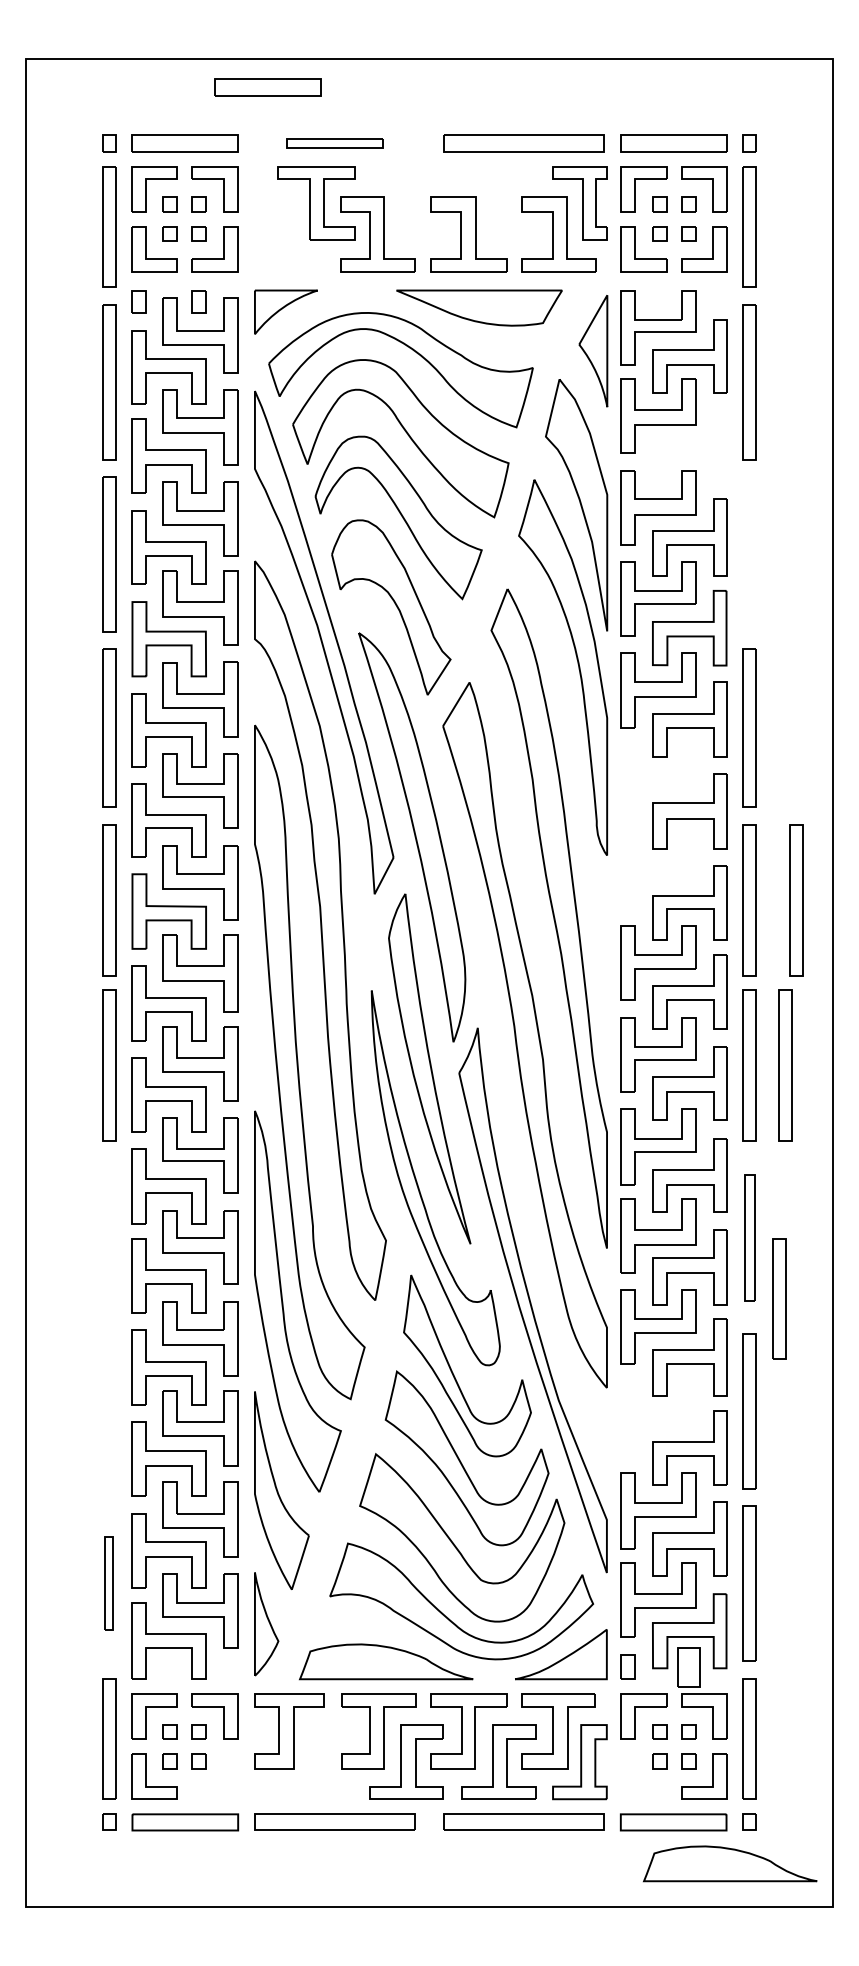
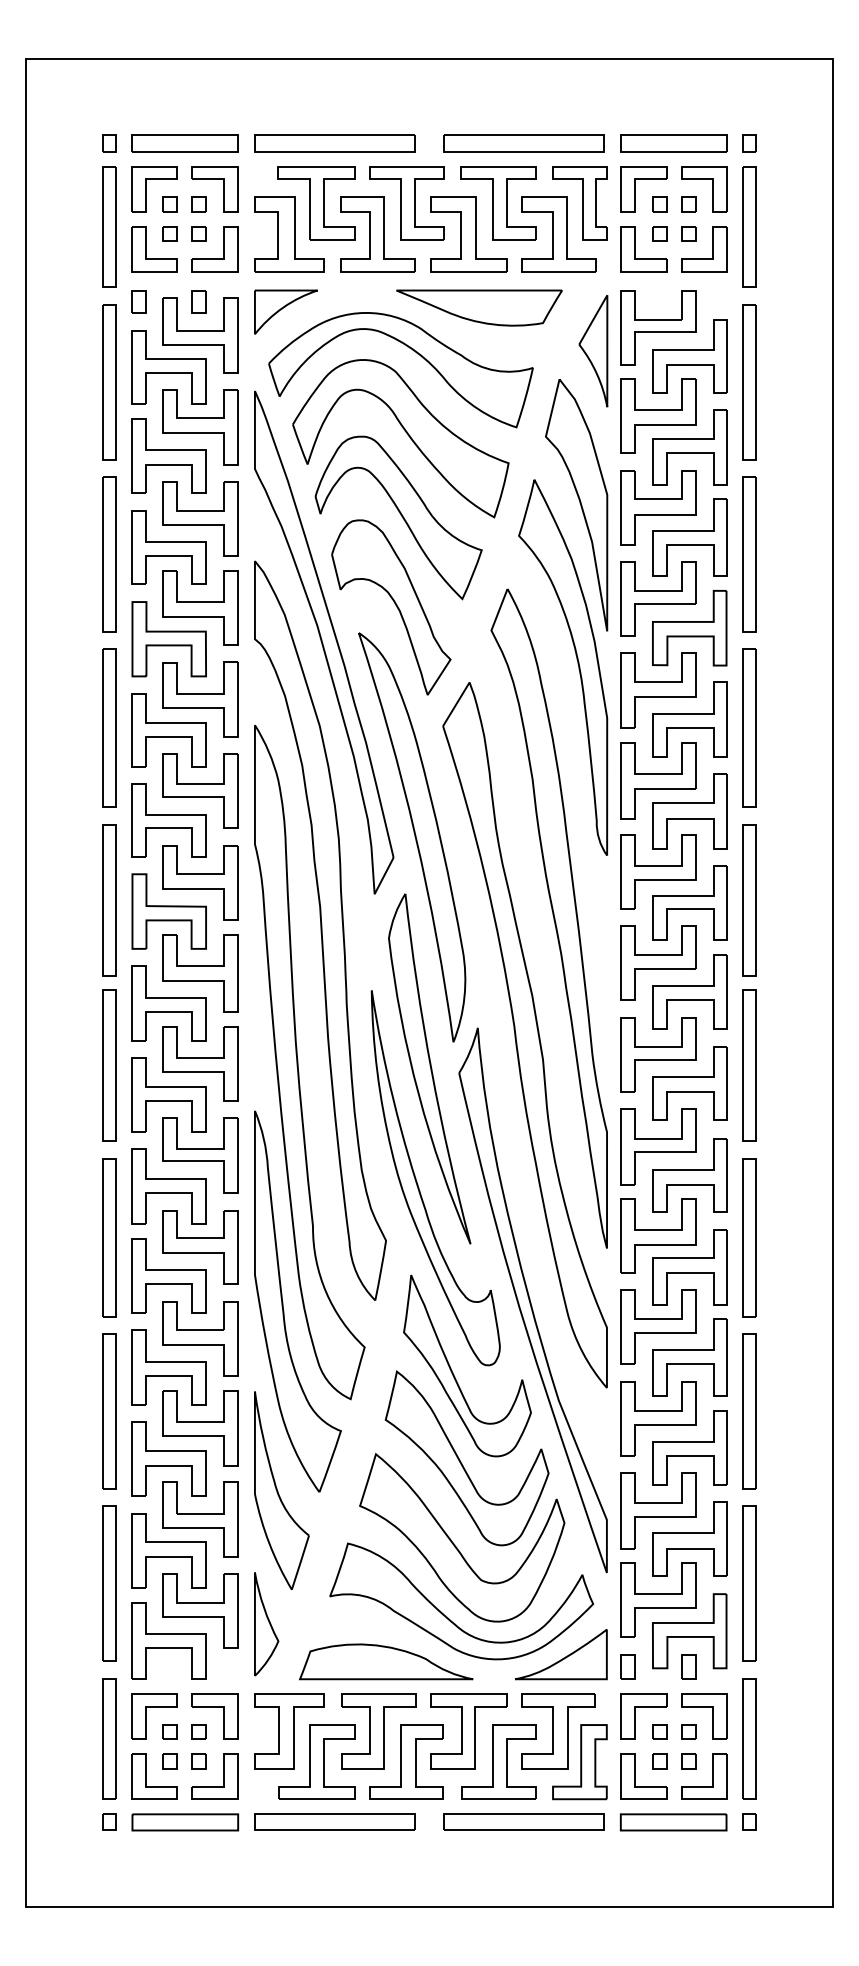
part at (267, 87): present -> none
part at (334, 143) size: 98x11 px -> 162x19 px
part at (406, 203): none -> present
part at (498, 203): none -> present
part at (289, 234): none -> present
part at (689, 447): none -> present
part at (749, 554): none -> present
part at (658, 780): none -> present
part at (658, 871): none -> present
part at (796, 900): present -> none
part at (785, 1065): present -> none
part at (109, 1237): none -> present
part at (749, 1237) size: 12x128 px -> 15x160 px
part at (779, 1298): present -> none
part at (109, 1411): none -> present
part at (658, 1418): none -> present
part at (108, 1583) size: 10x95 px -> 15x157 px
part at (688, 1667) size: 24x41 px -> 16x26 px
part at (316, 1761): none -> present
part at (223, 1776): none -> present
part at (635, 1776): none -> present
part at (730, 1863): present -> none
